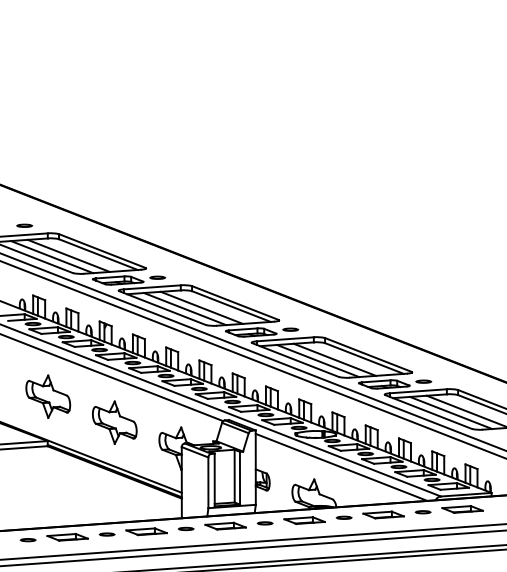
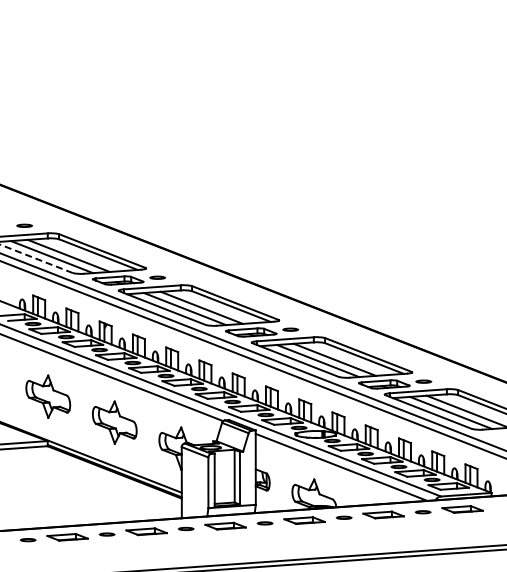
line at (36, 258): solid -> dashed
line at (252, 541): present -> none
line at (252, 548): present -> none
